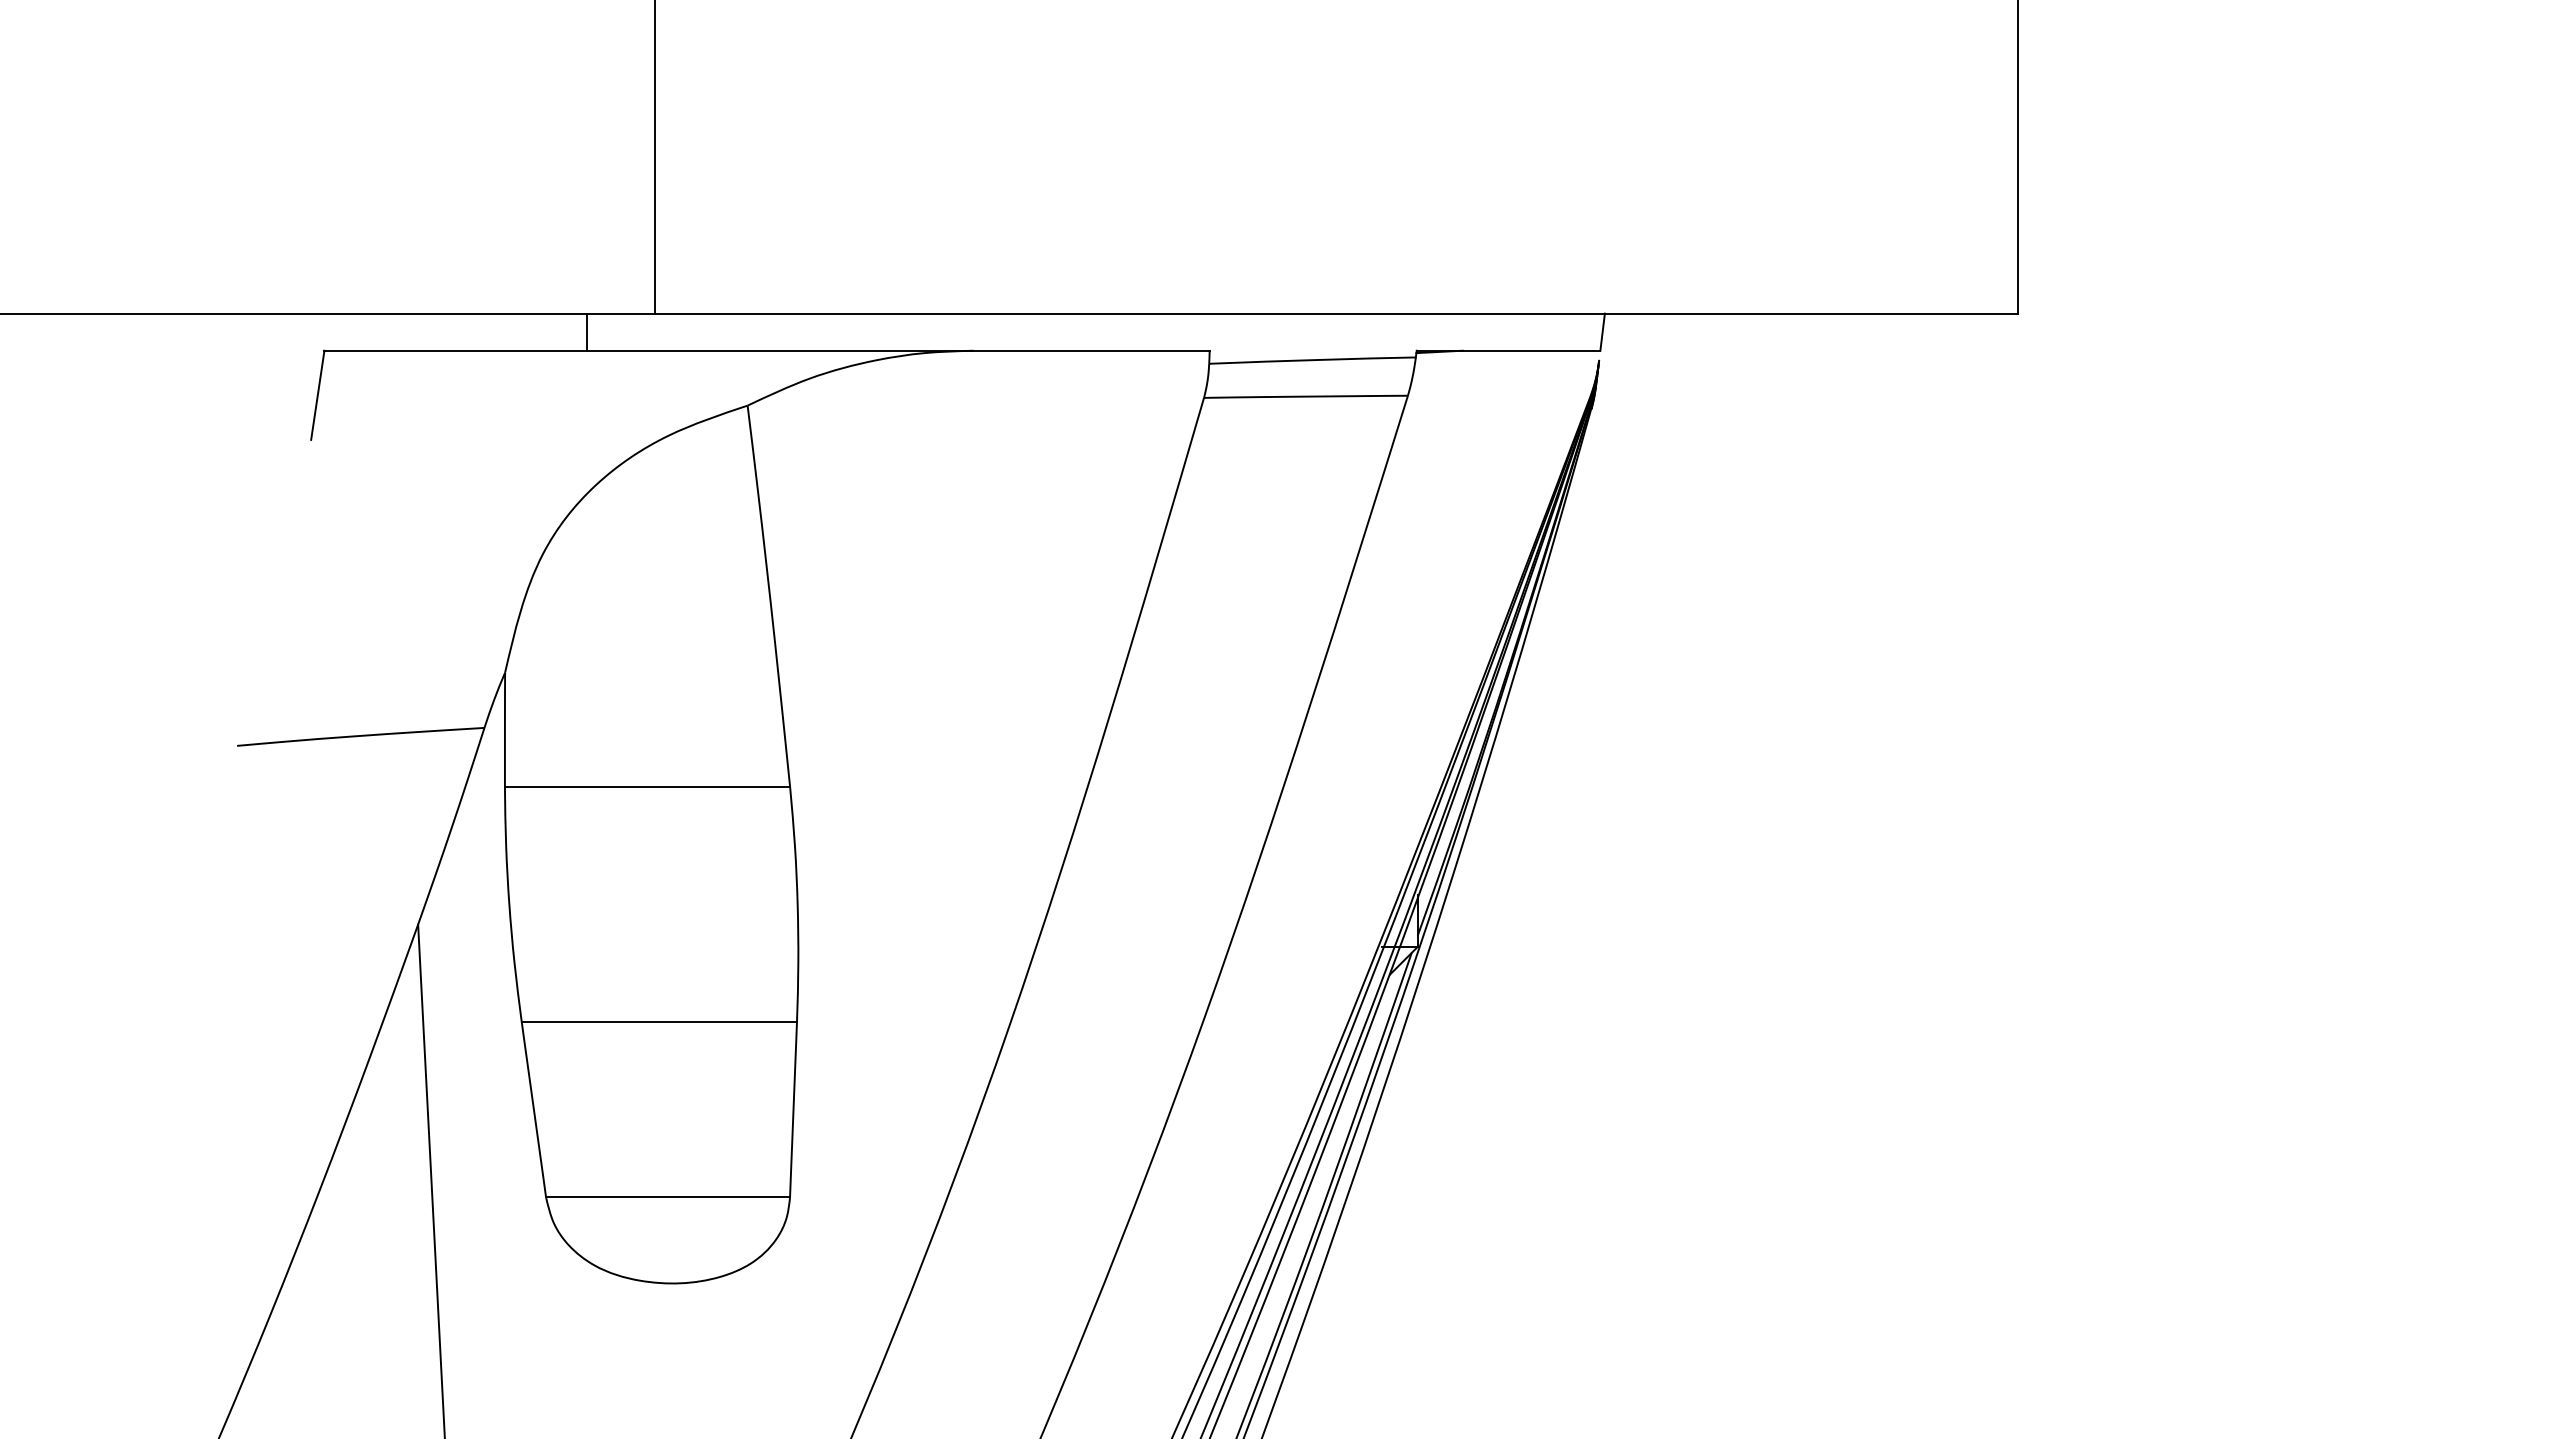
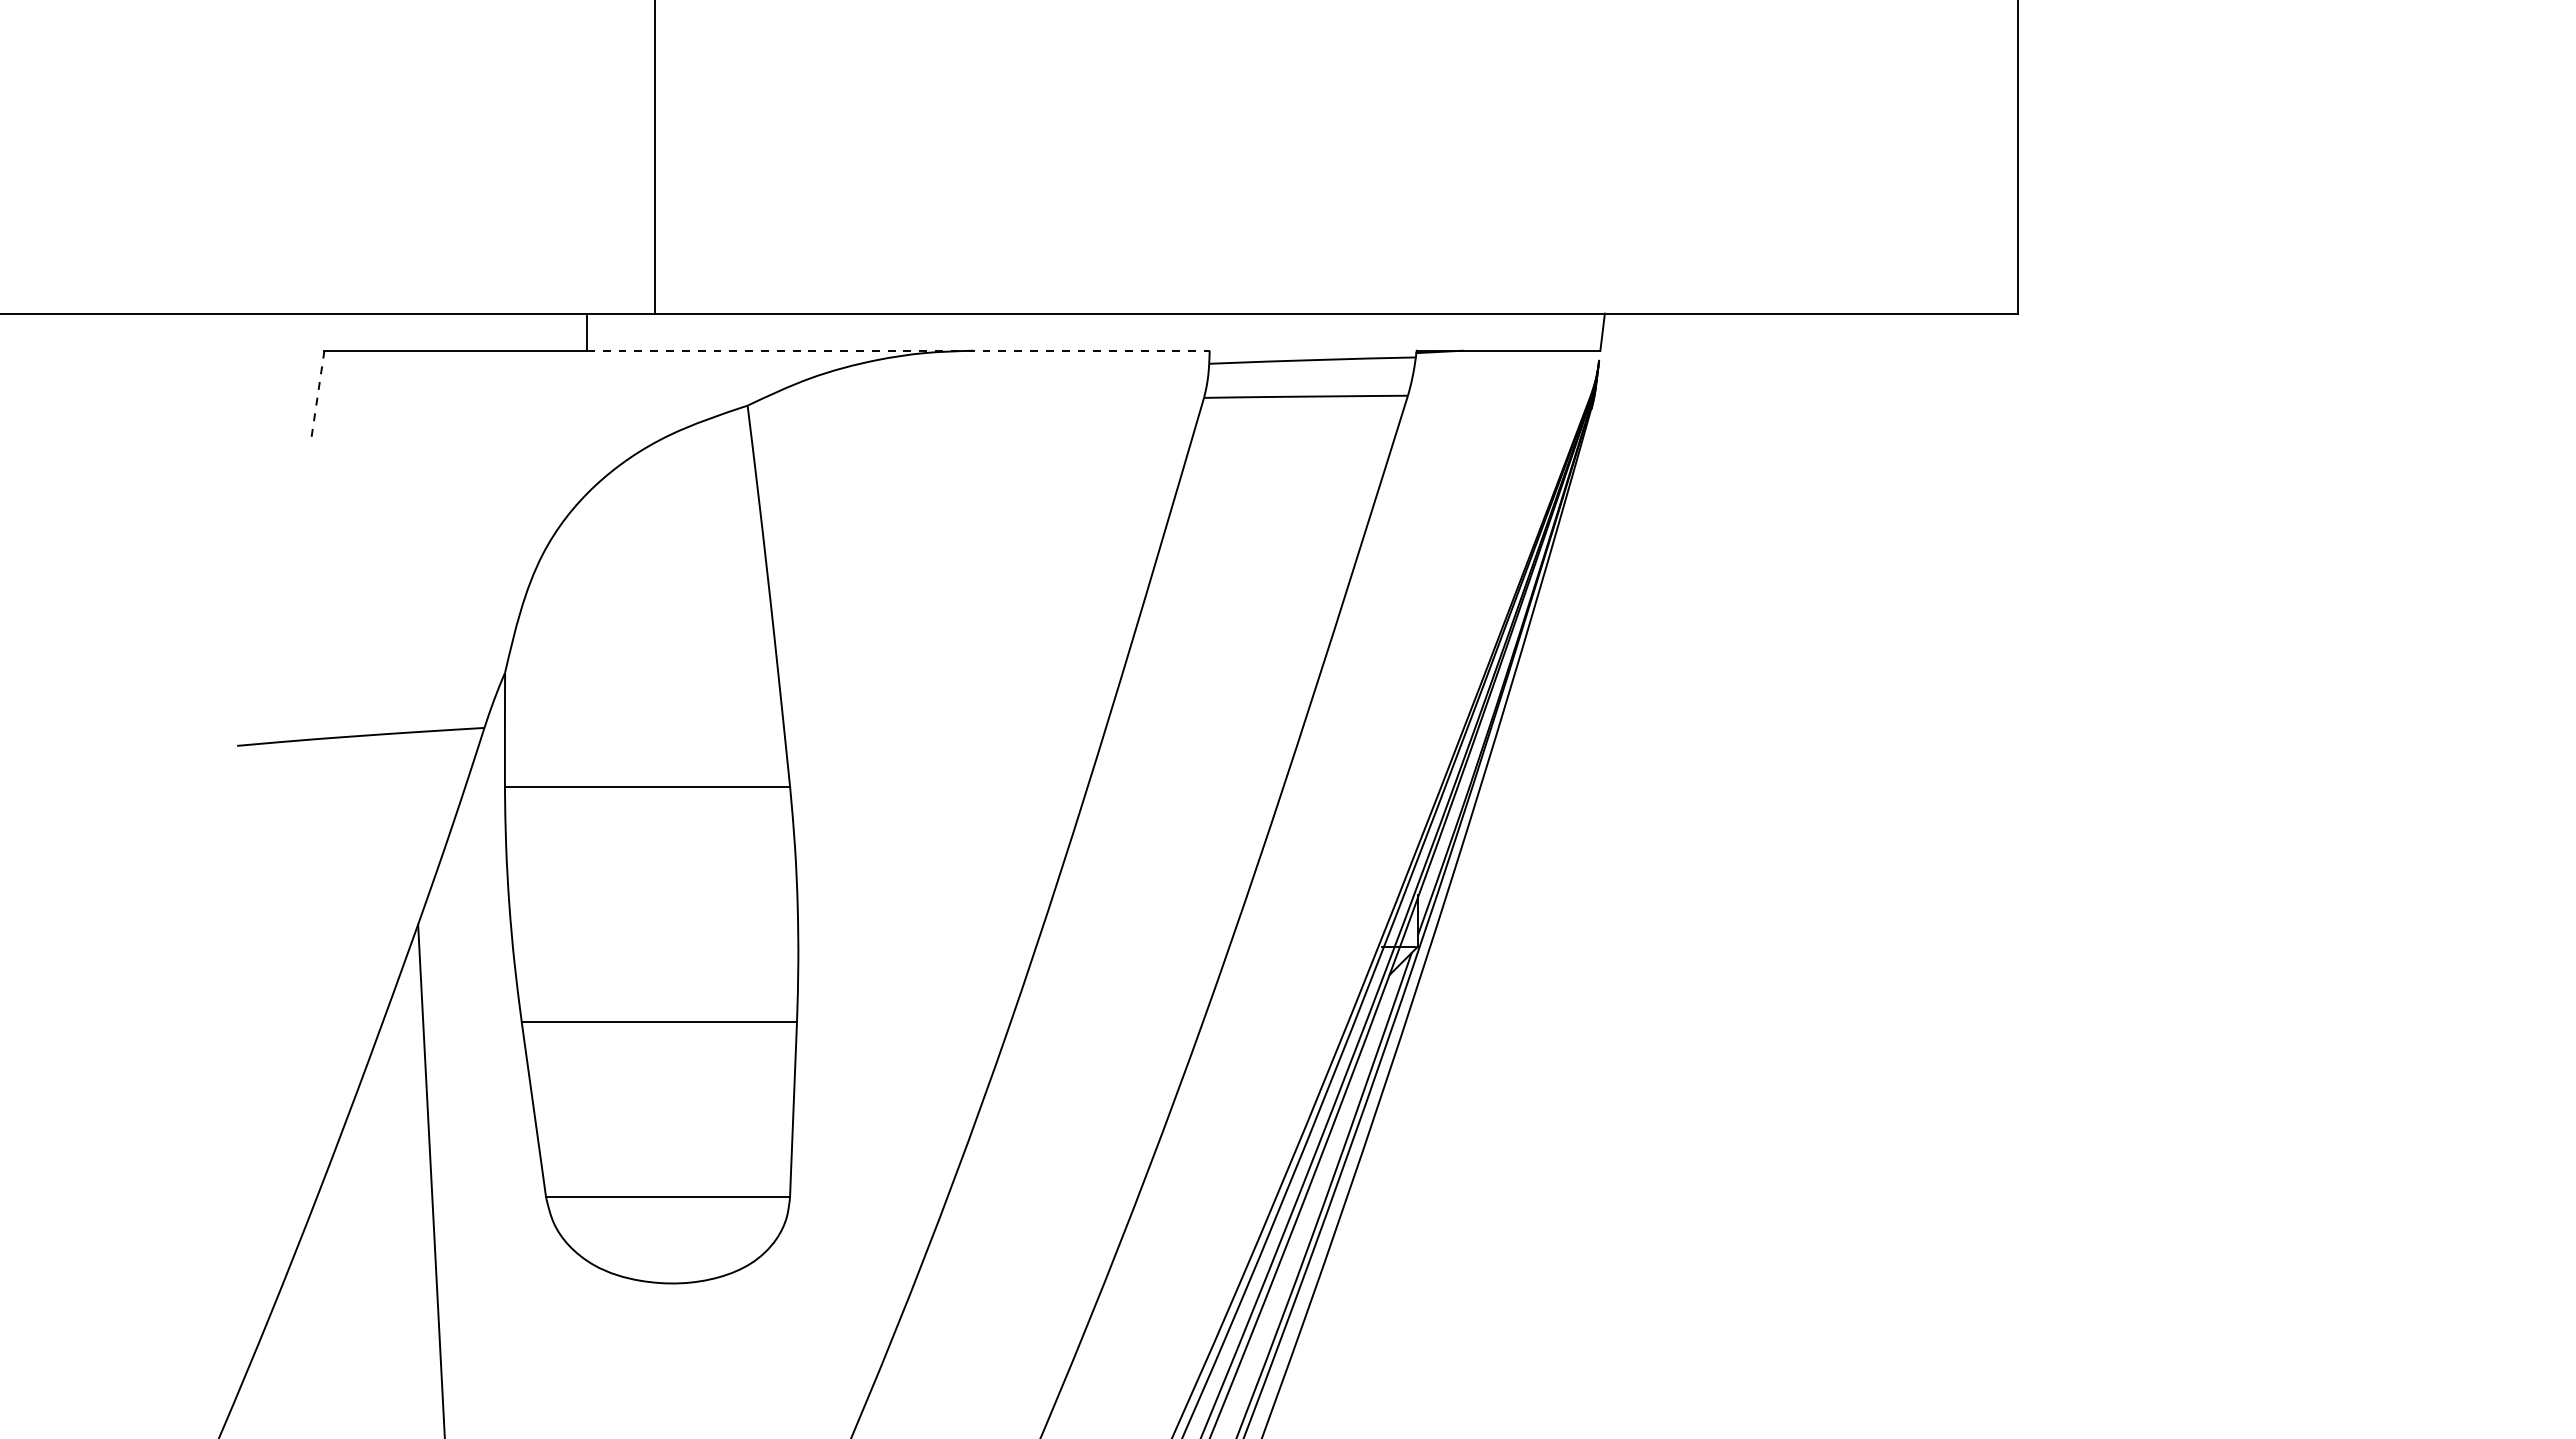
line at (898, 350): solid -> dashed
line at (317, 395): solid -> dashed
